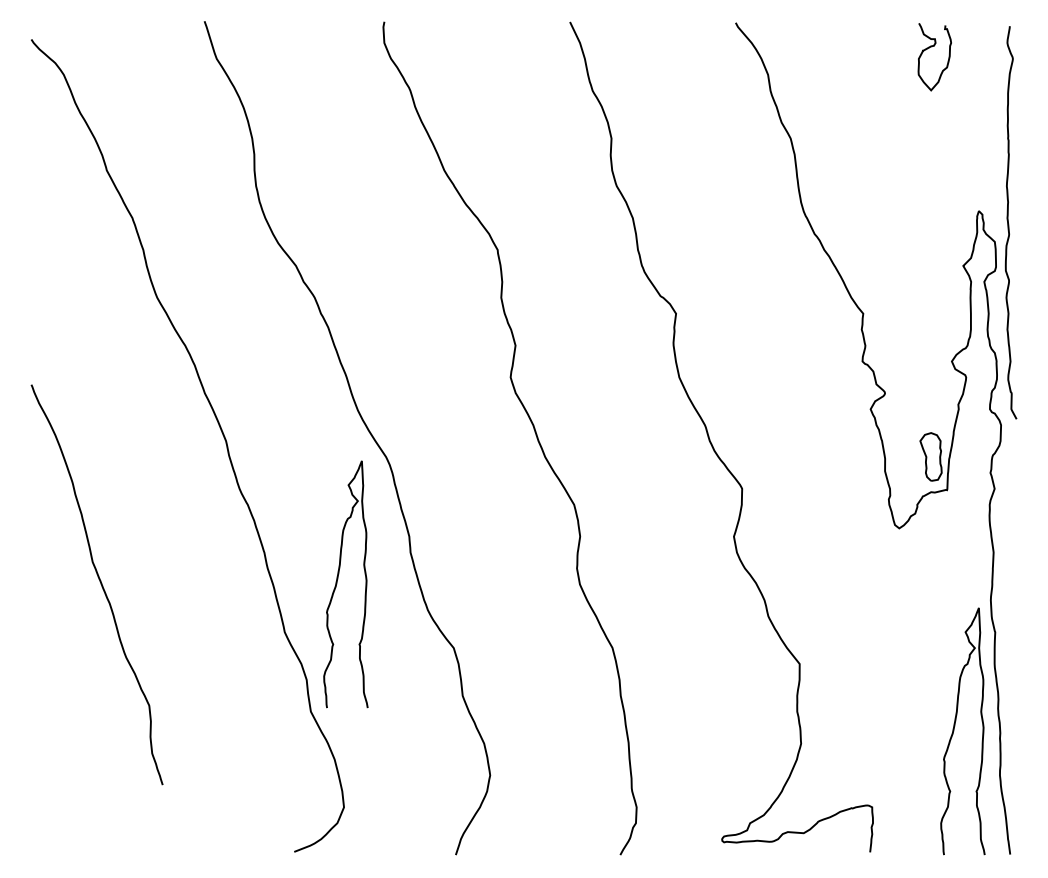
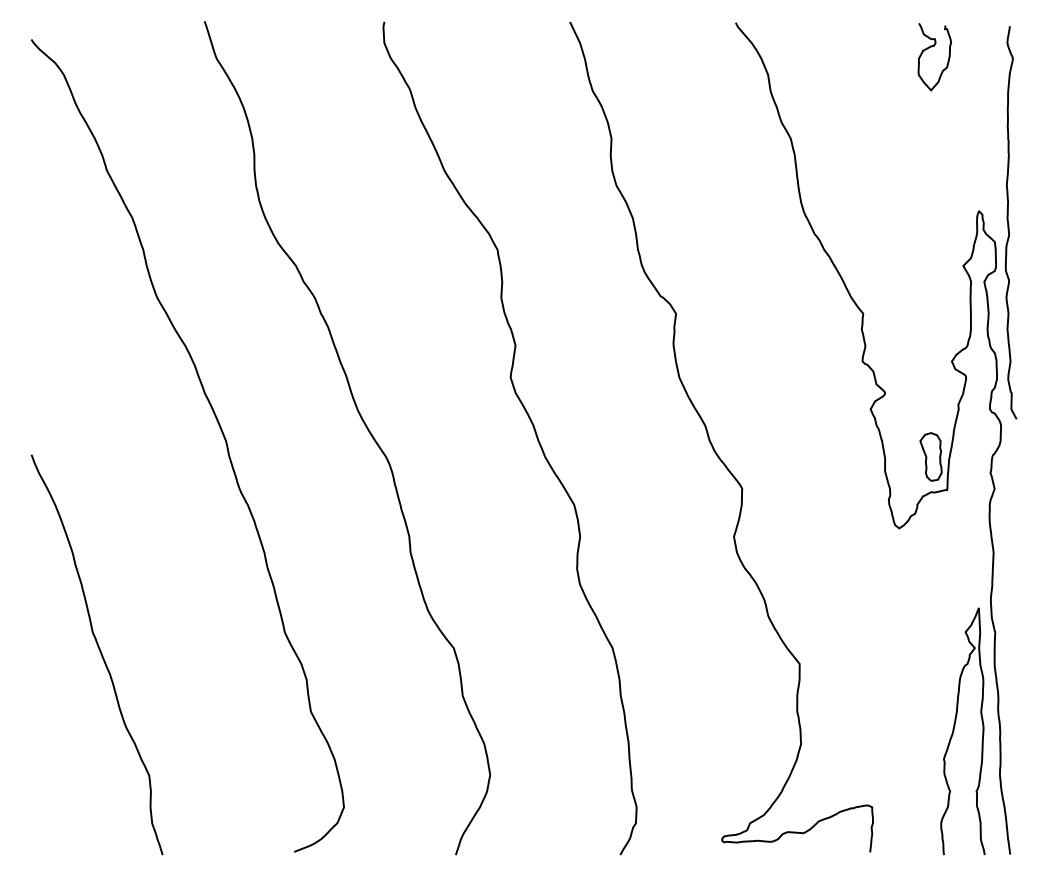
curve at (100, 584) position: (100, 584) -> (100, 654)
curve at (337, 584): present -> none
